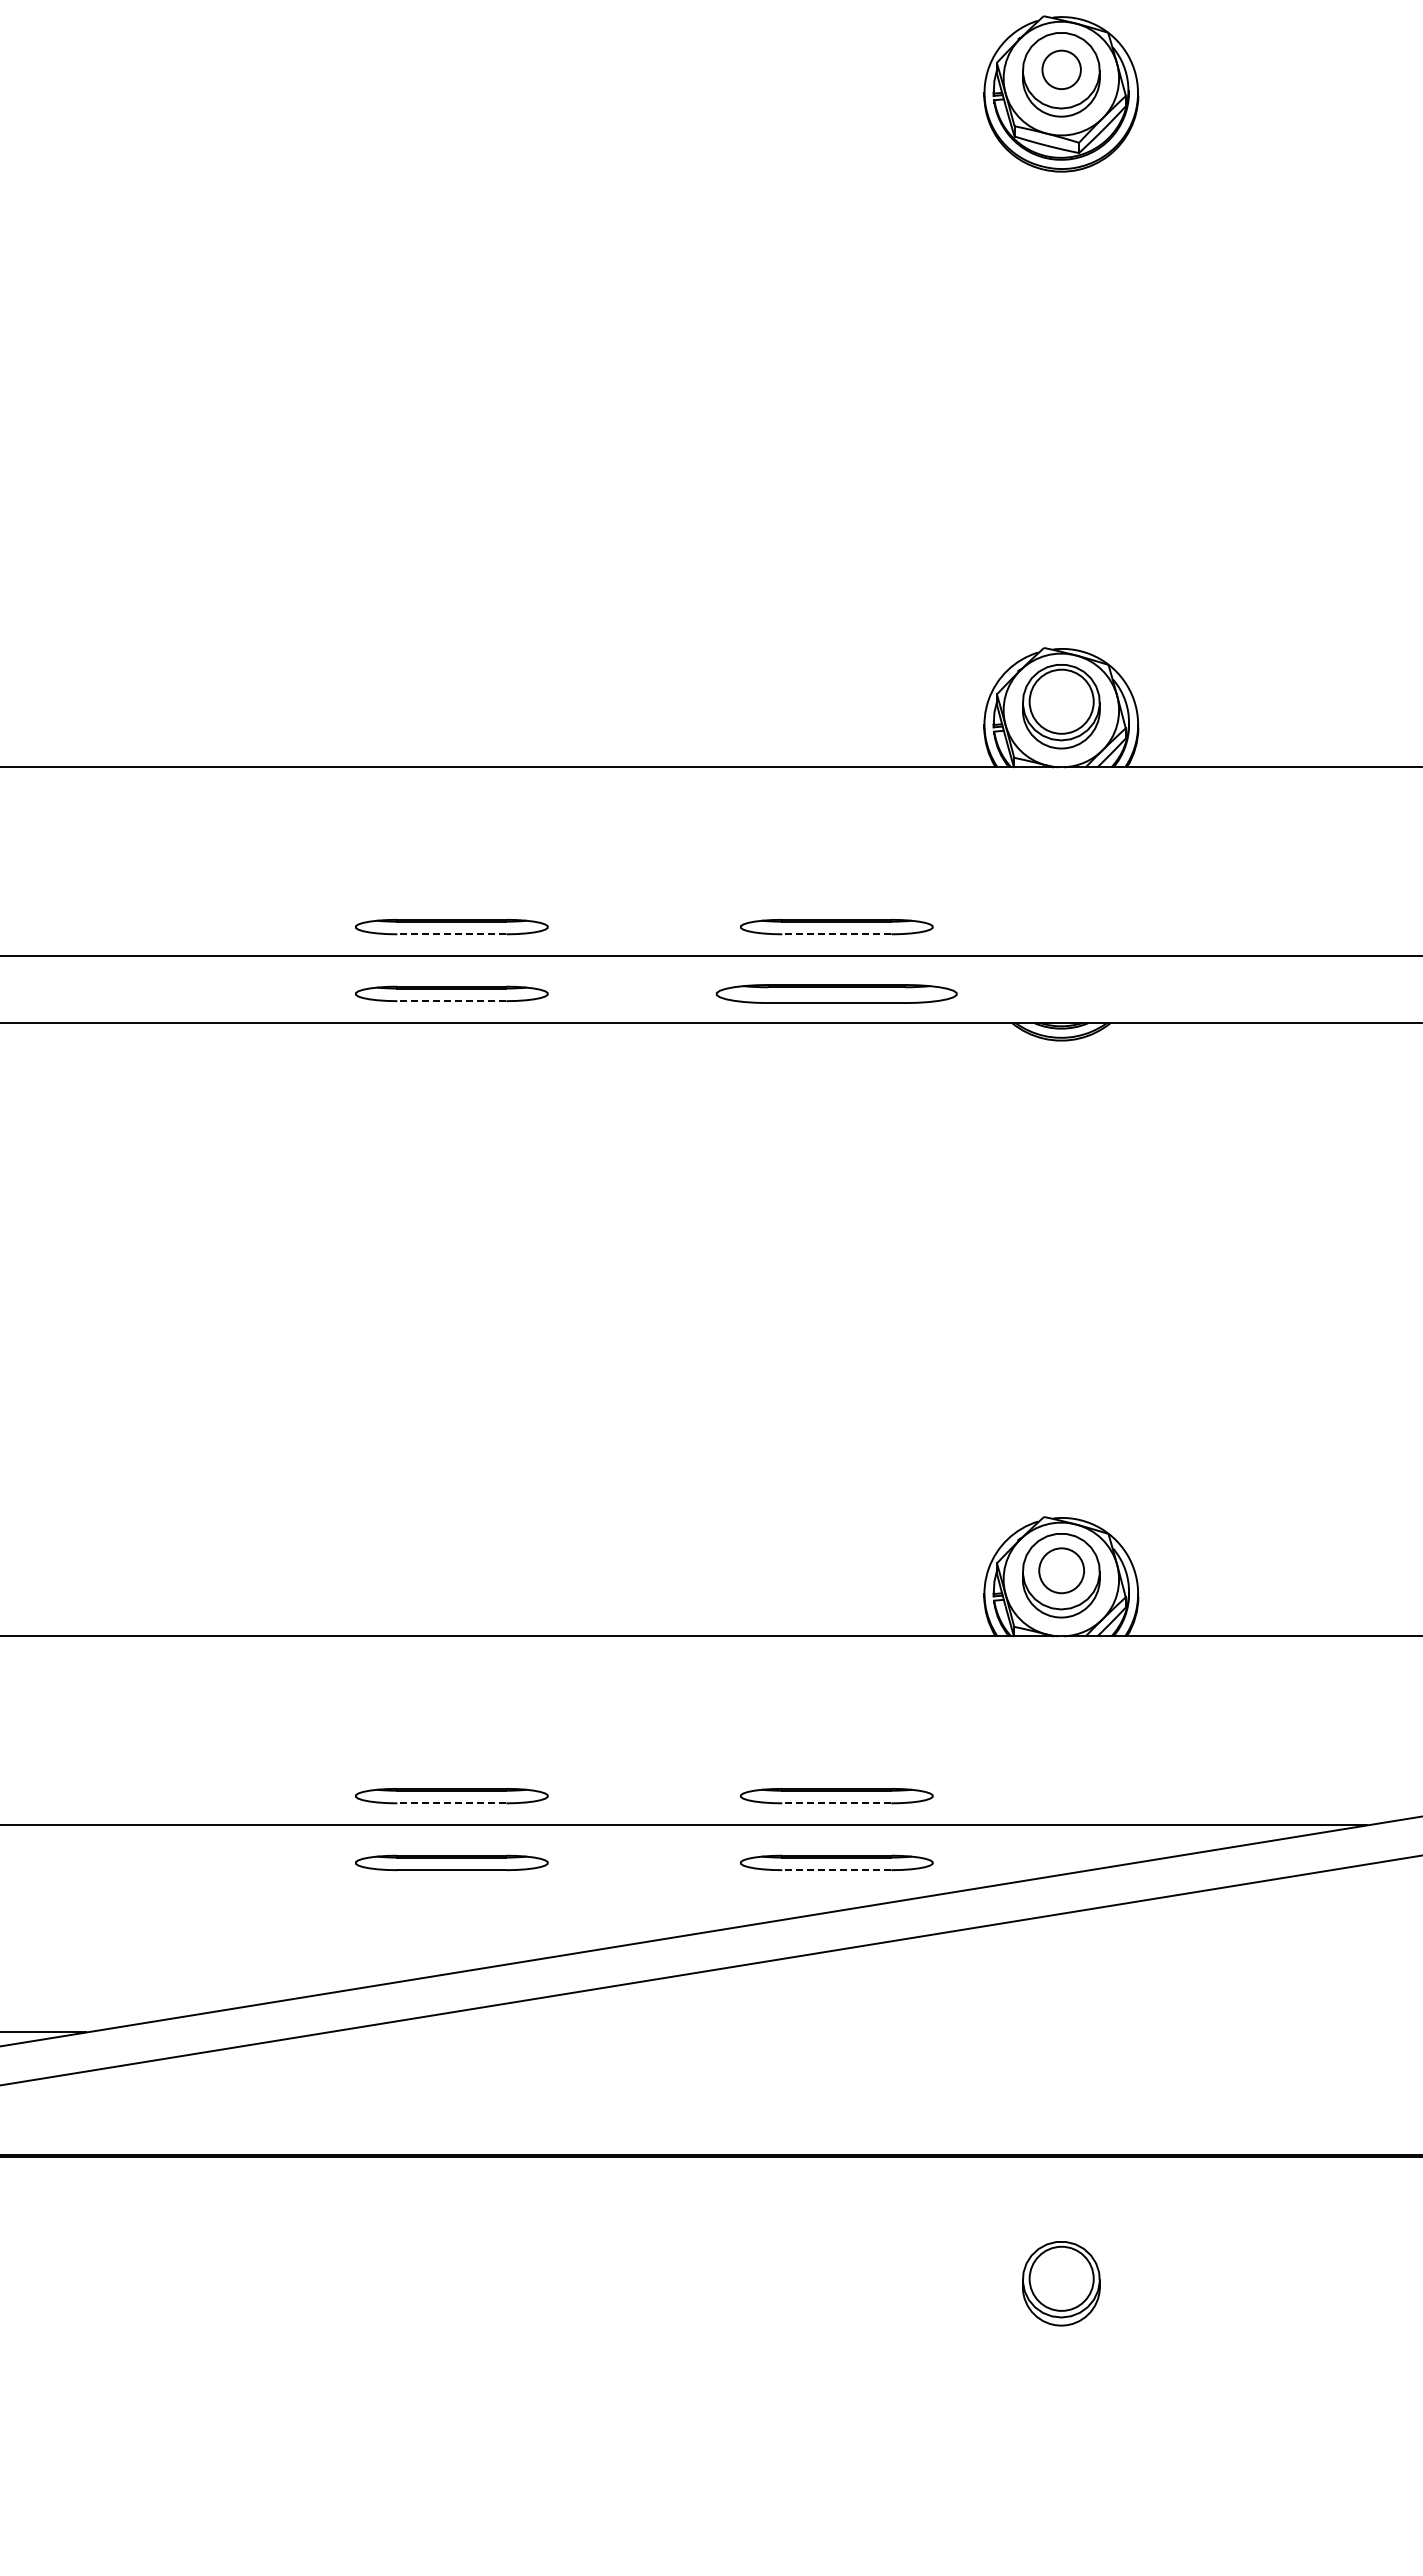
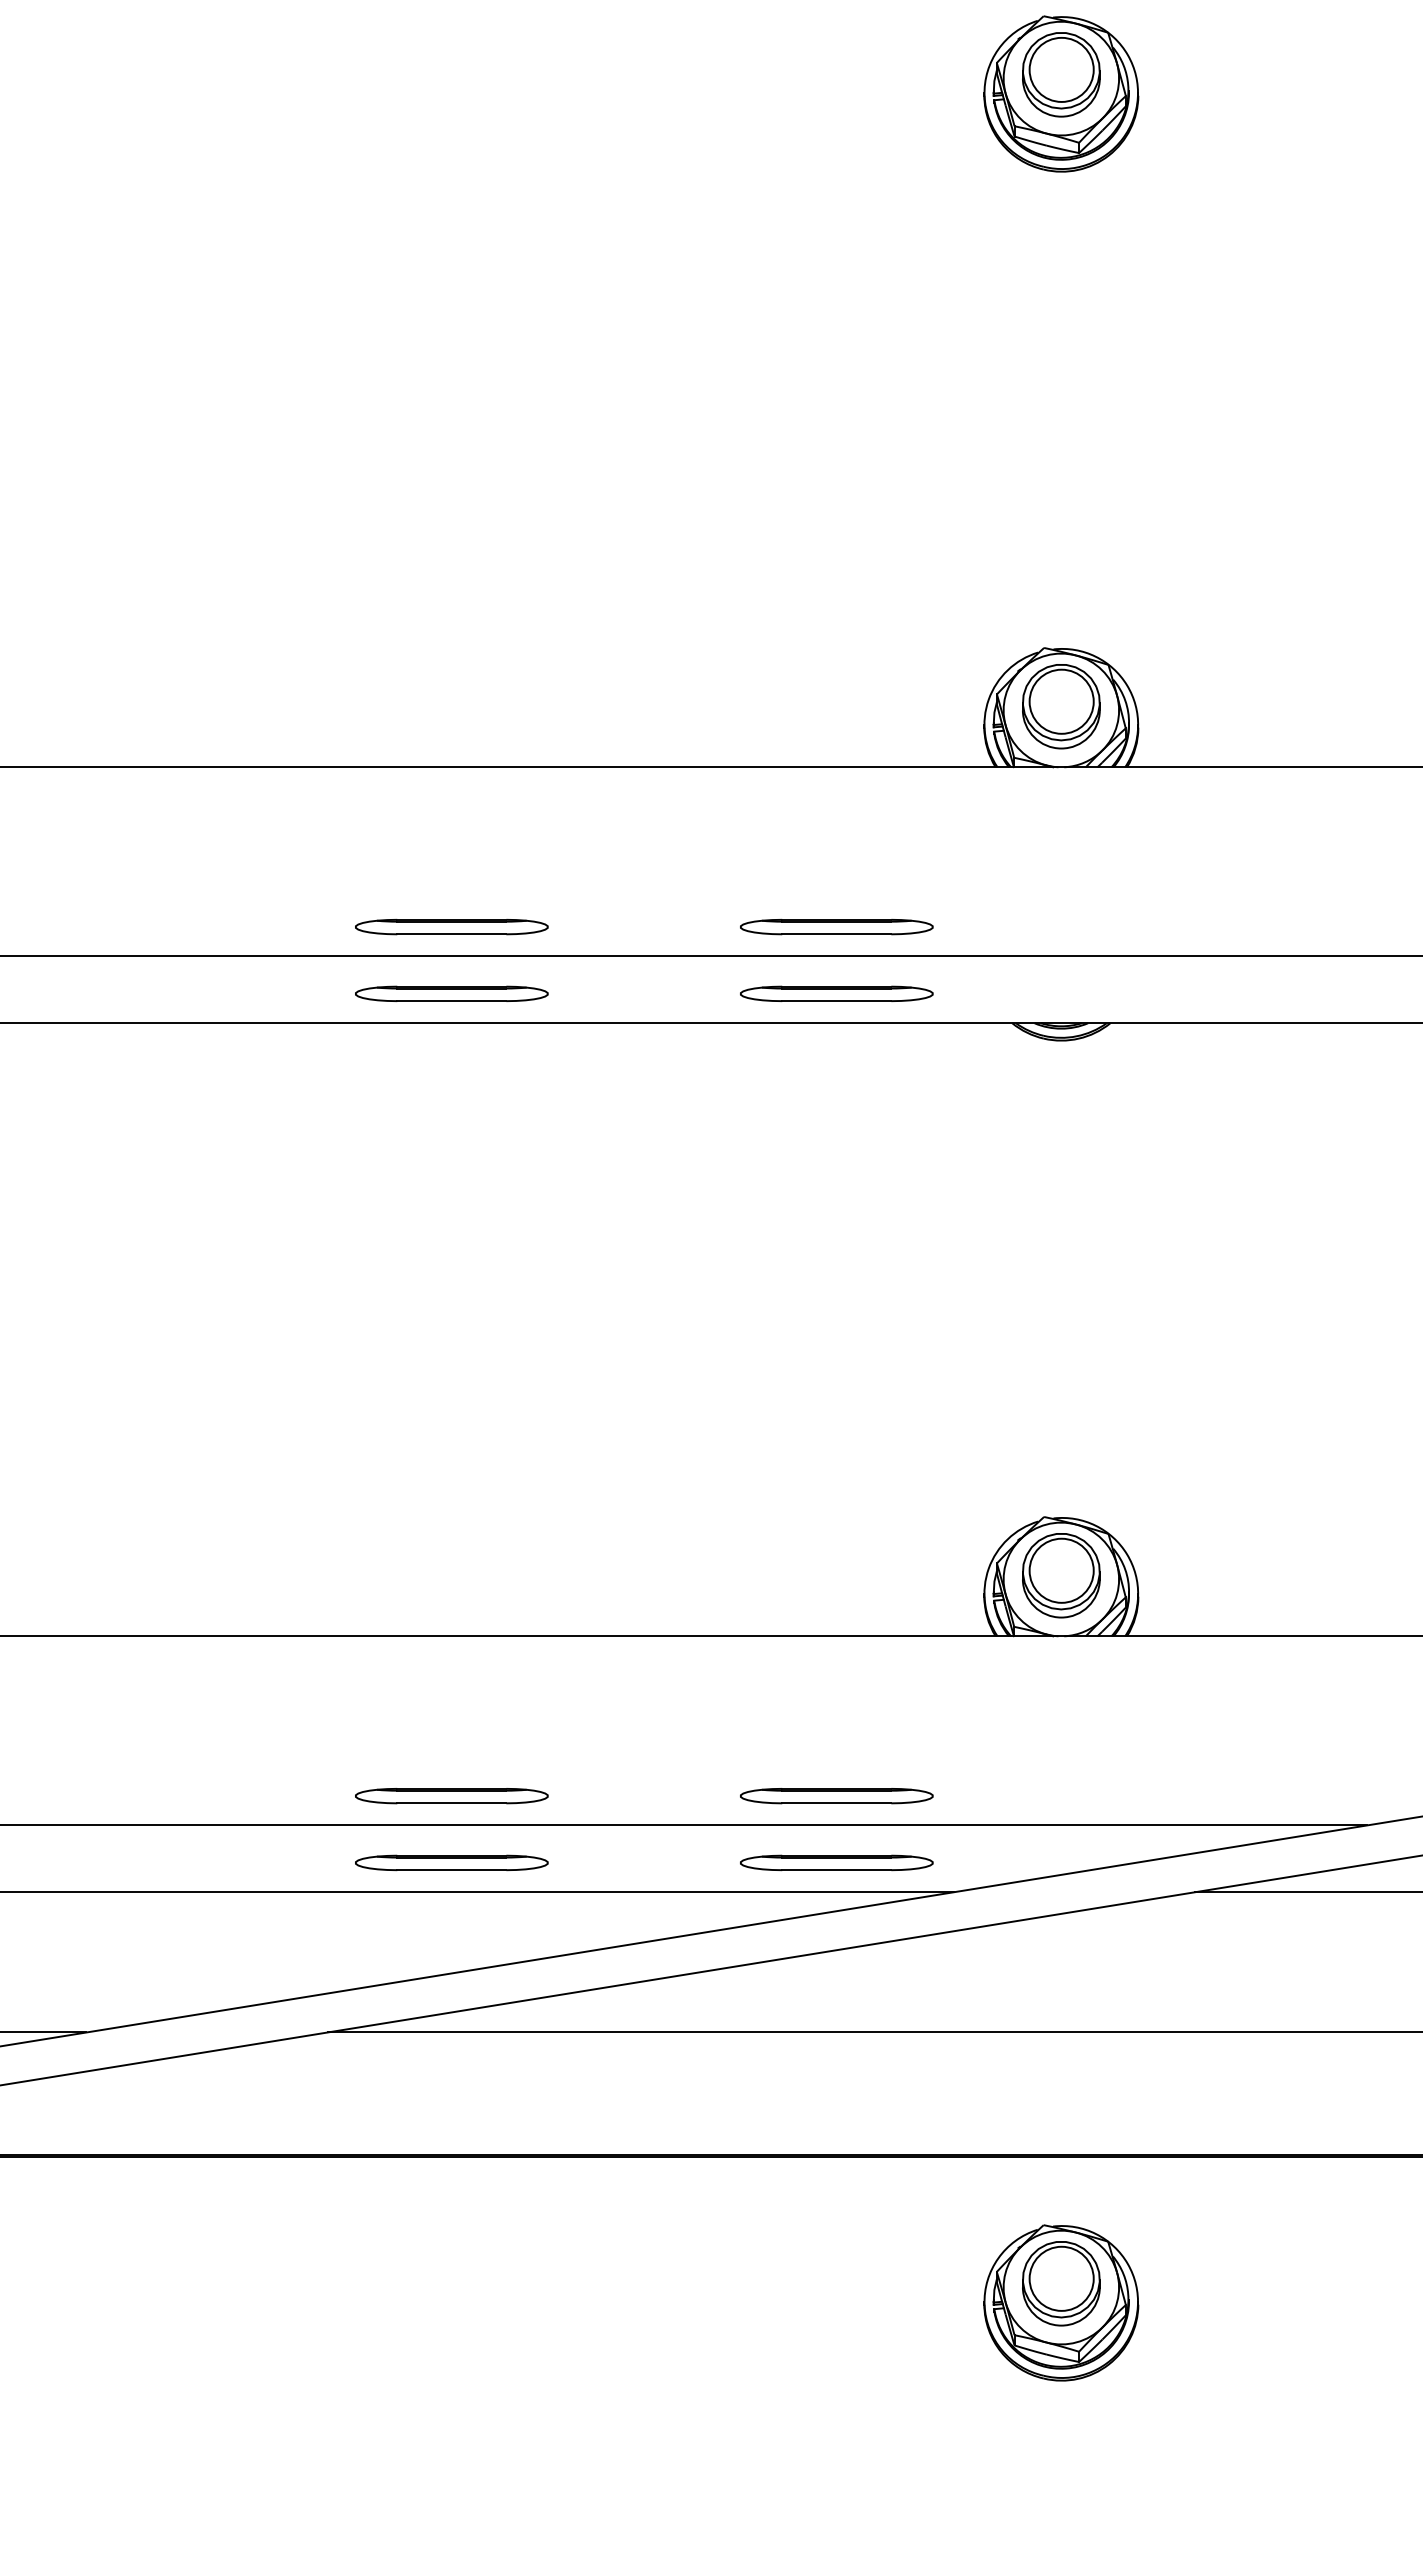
circle at (1061, 69) diameter: 38 px -> 64 px
line at (451, 934): dashed -> solid
line at (836, 934): dashed -> solid
part at (836, 993) size: 243x20 px -> 194x17 px
line at (451, 1001): dashed -> solid
circle at (1061, 1570) diameter: 45 px -> 64 px
line at (451, 1803): dashed -> solid
line at (836, 1803): dashed -> solid
line at (836, 1870): dashed -> solid
line at (477, 1892): none -> present
line at (1306, 1892): none -> present
line at (873, 2032): none -> present
part at (1061, 2302): none -> present
